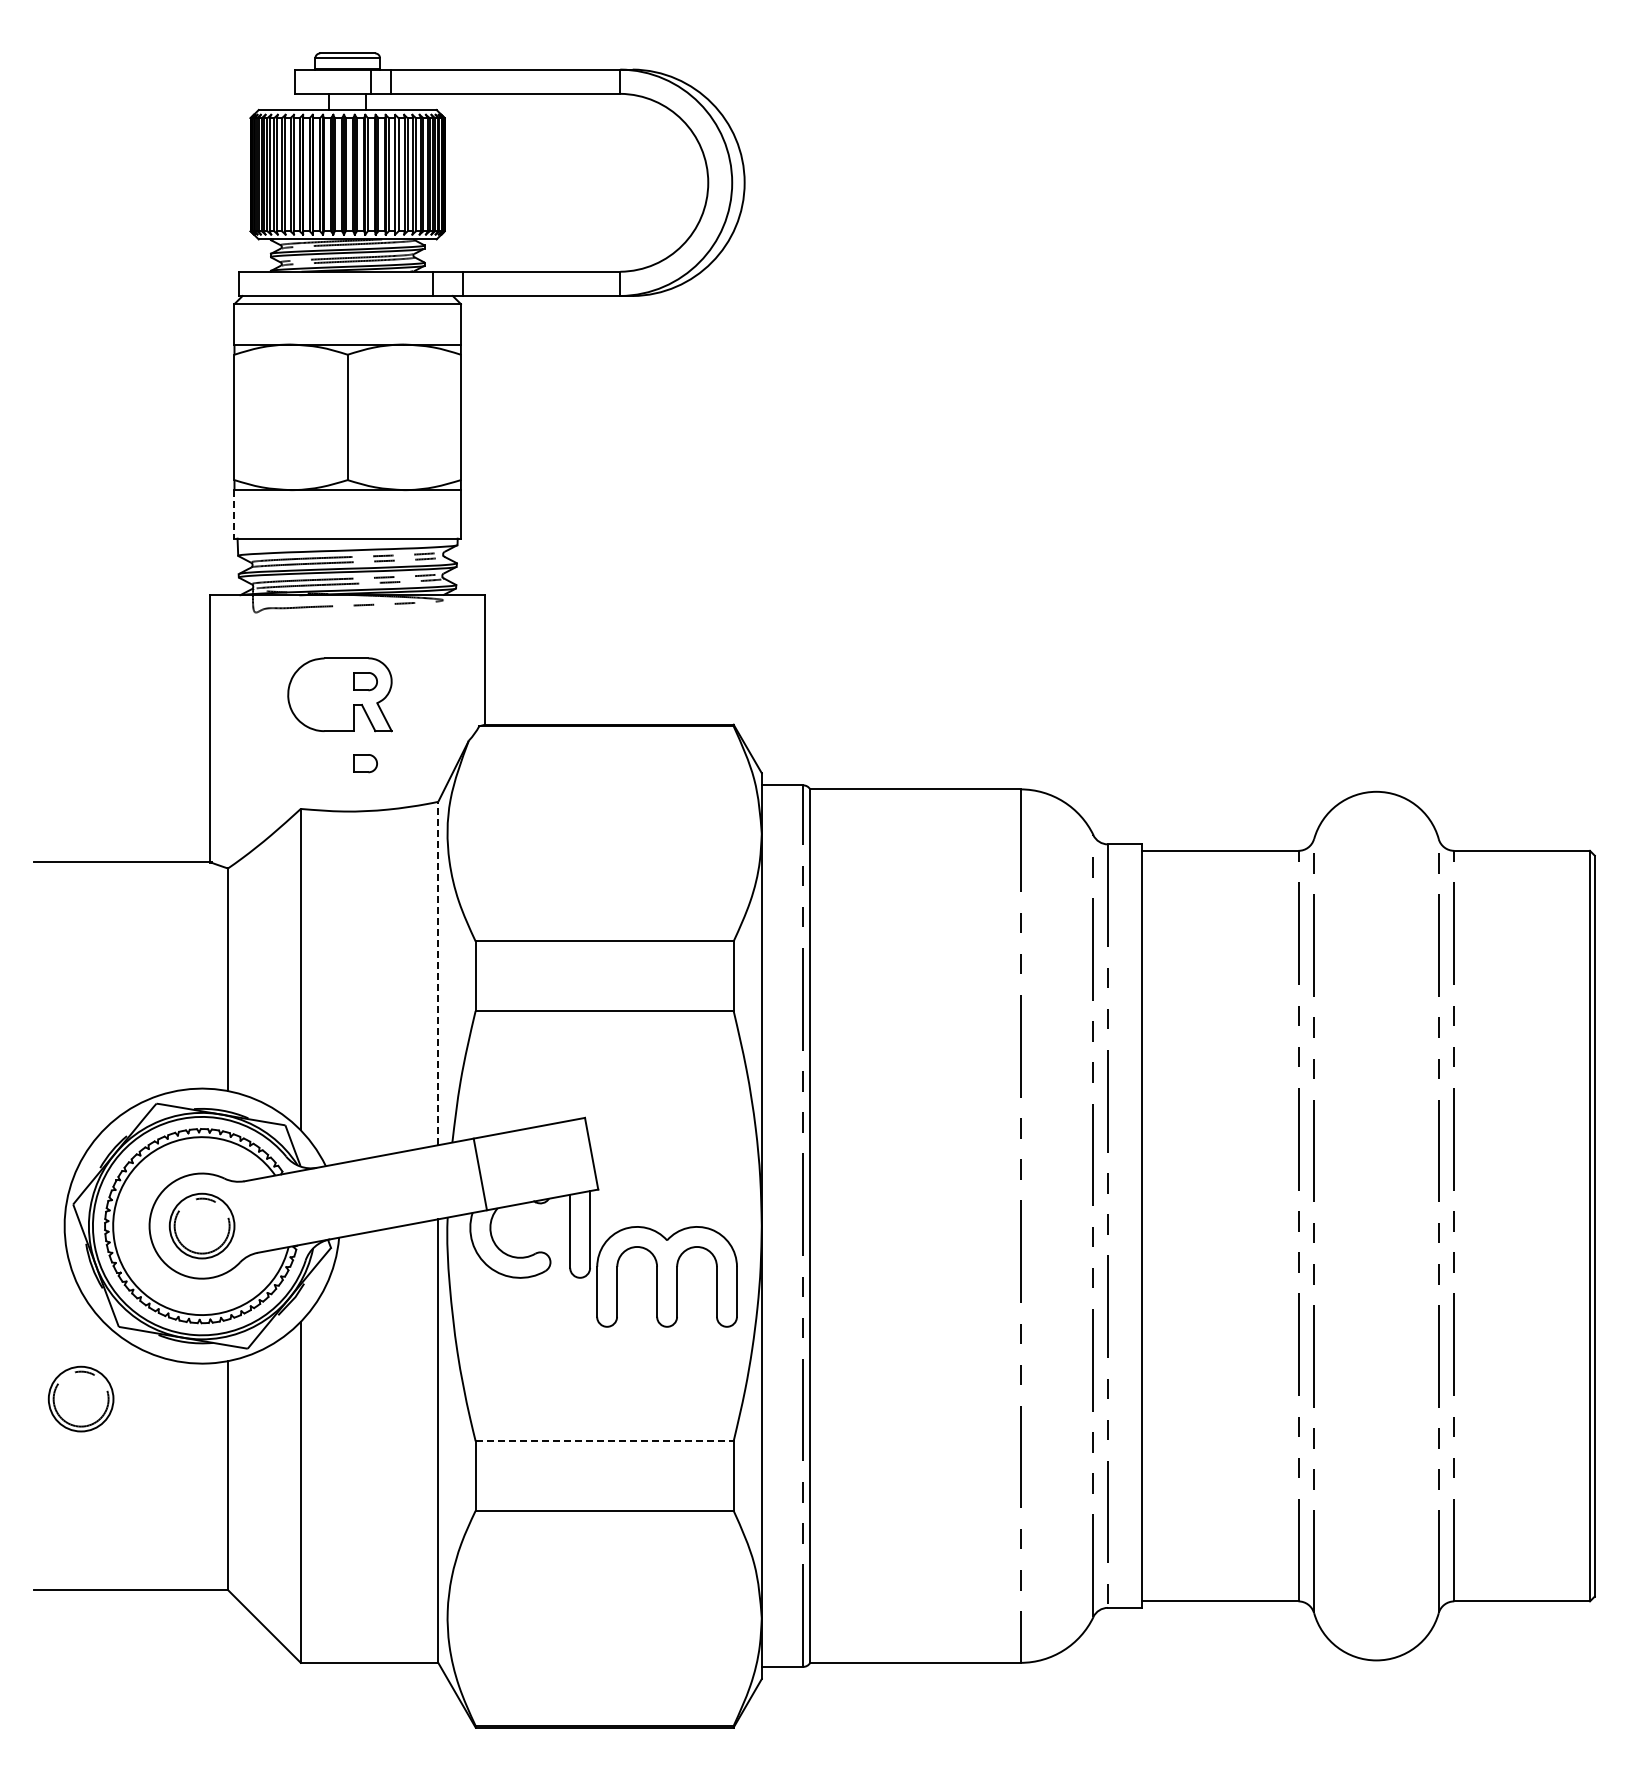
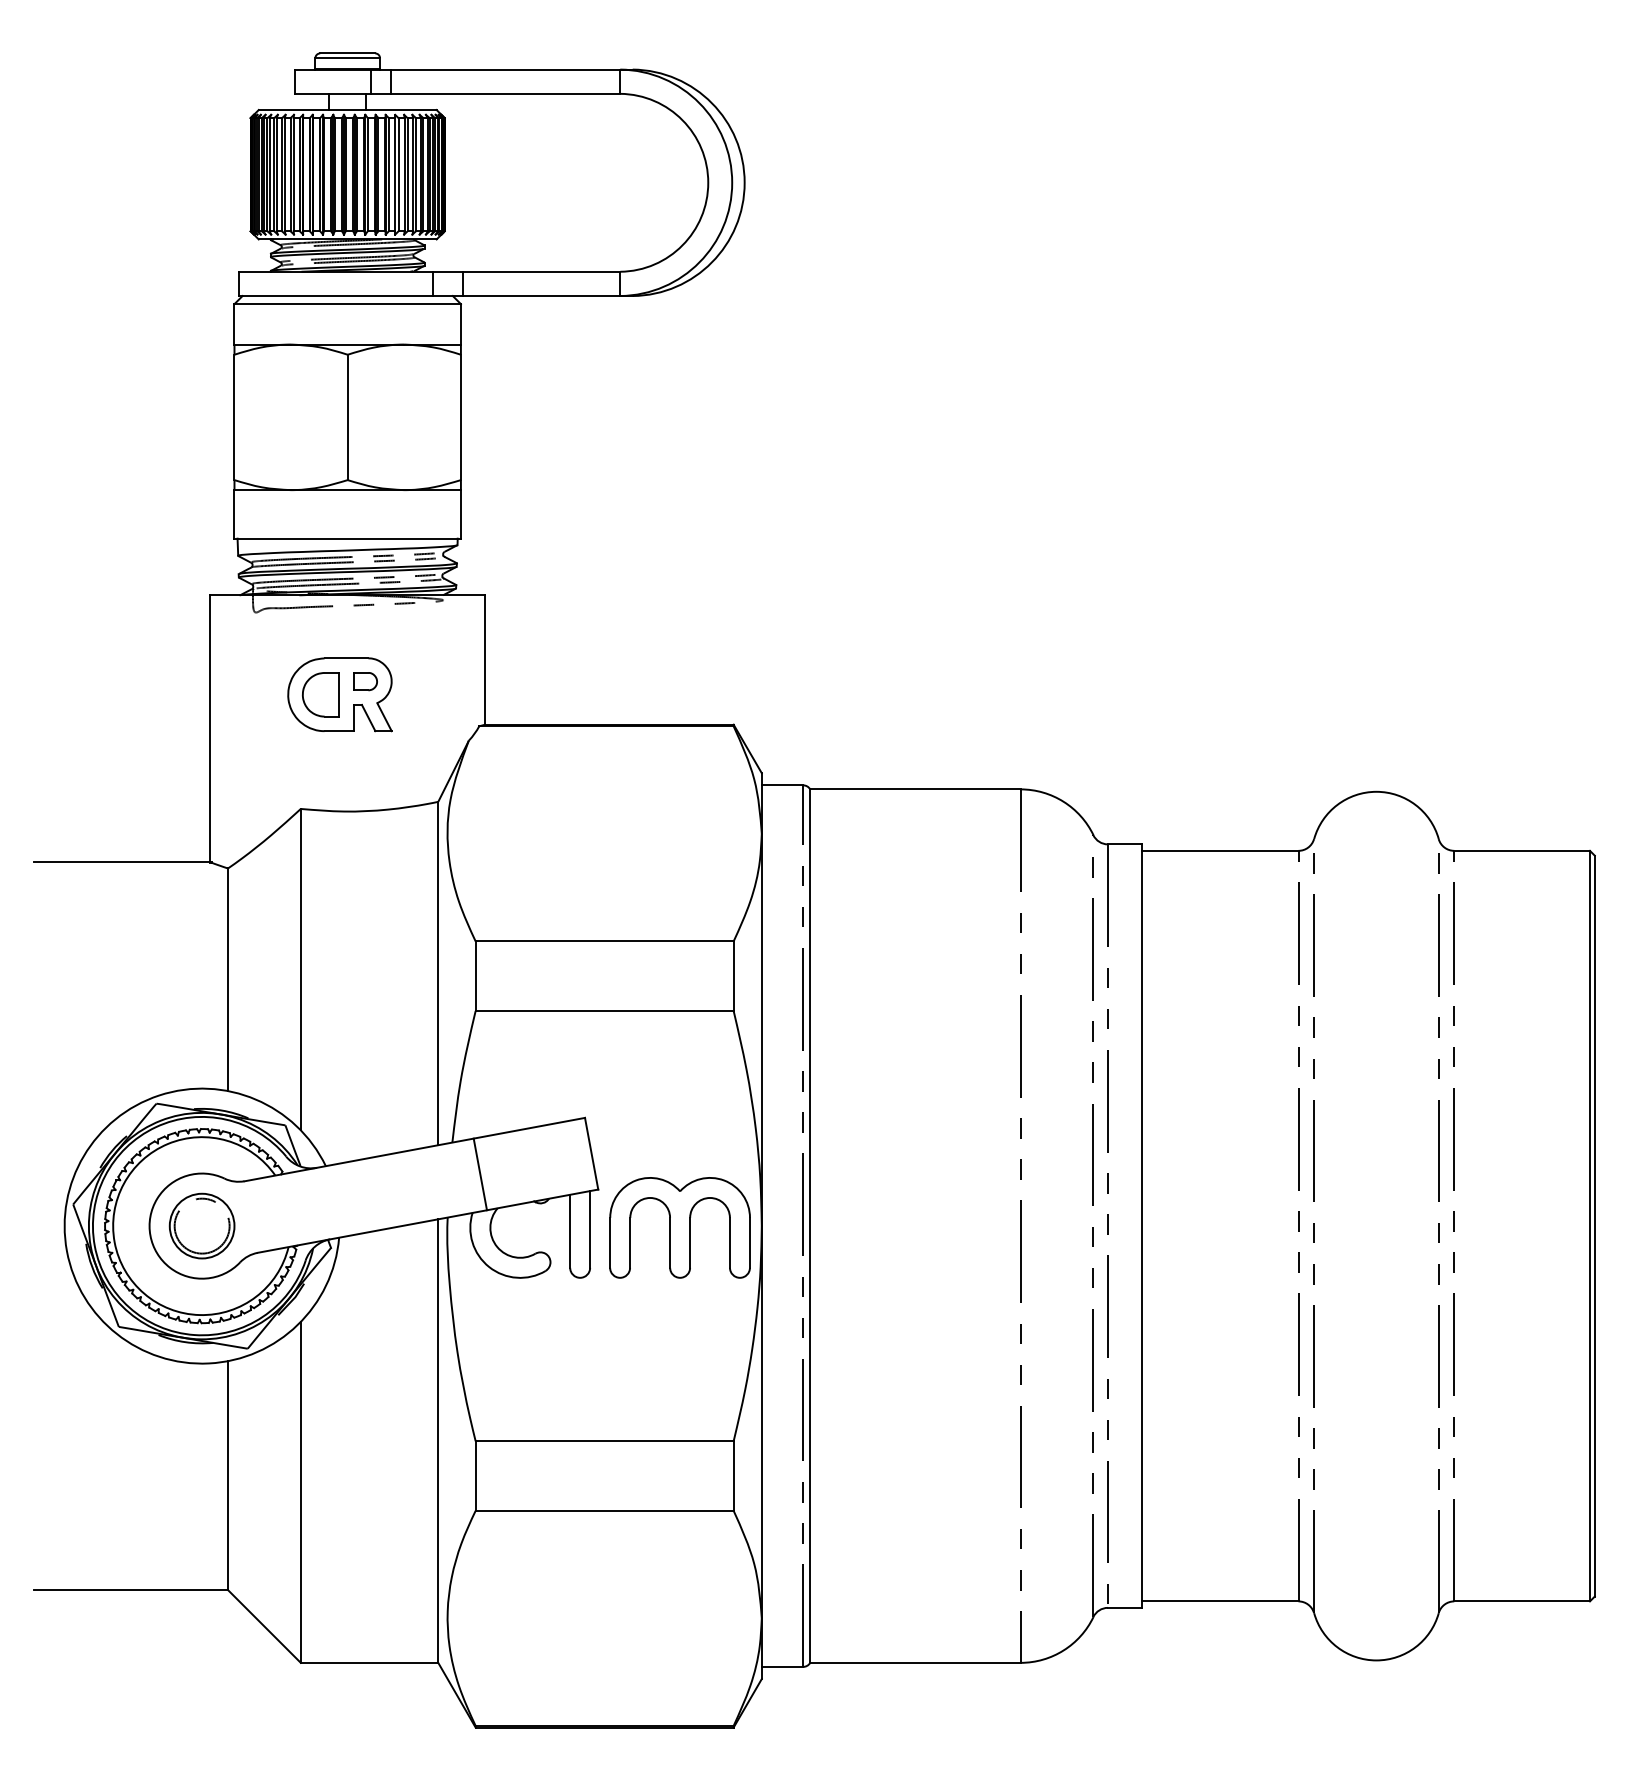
line at (234, 514): dashed -> solid
part at (320, 694): none -> present
part at (365, 763): present -> none
line at (438, 973): dashed -> solid
part at (666, 1276) position: (666, 1276) -> (679, 1227)
part at (80, 1398): present -> none
line at (604, 1441): dashed -> solid
